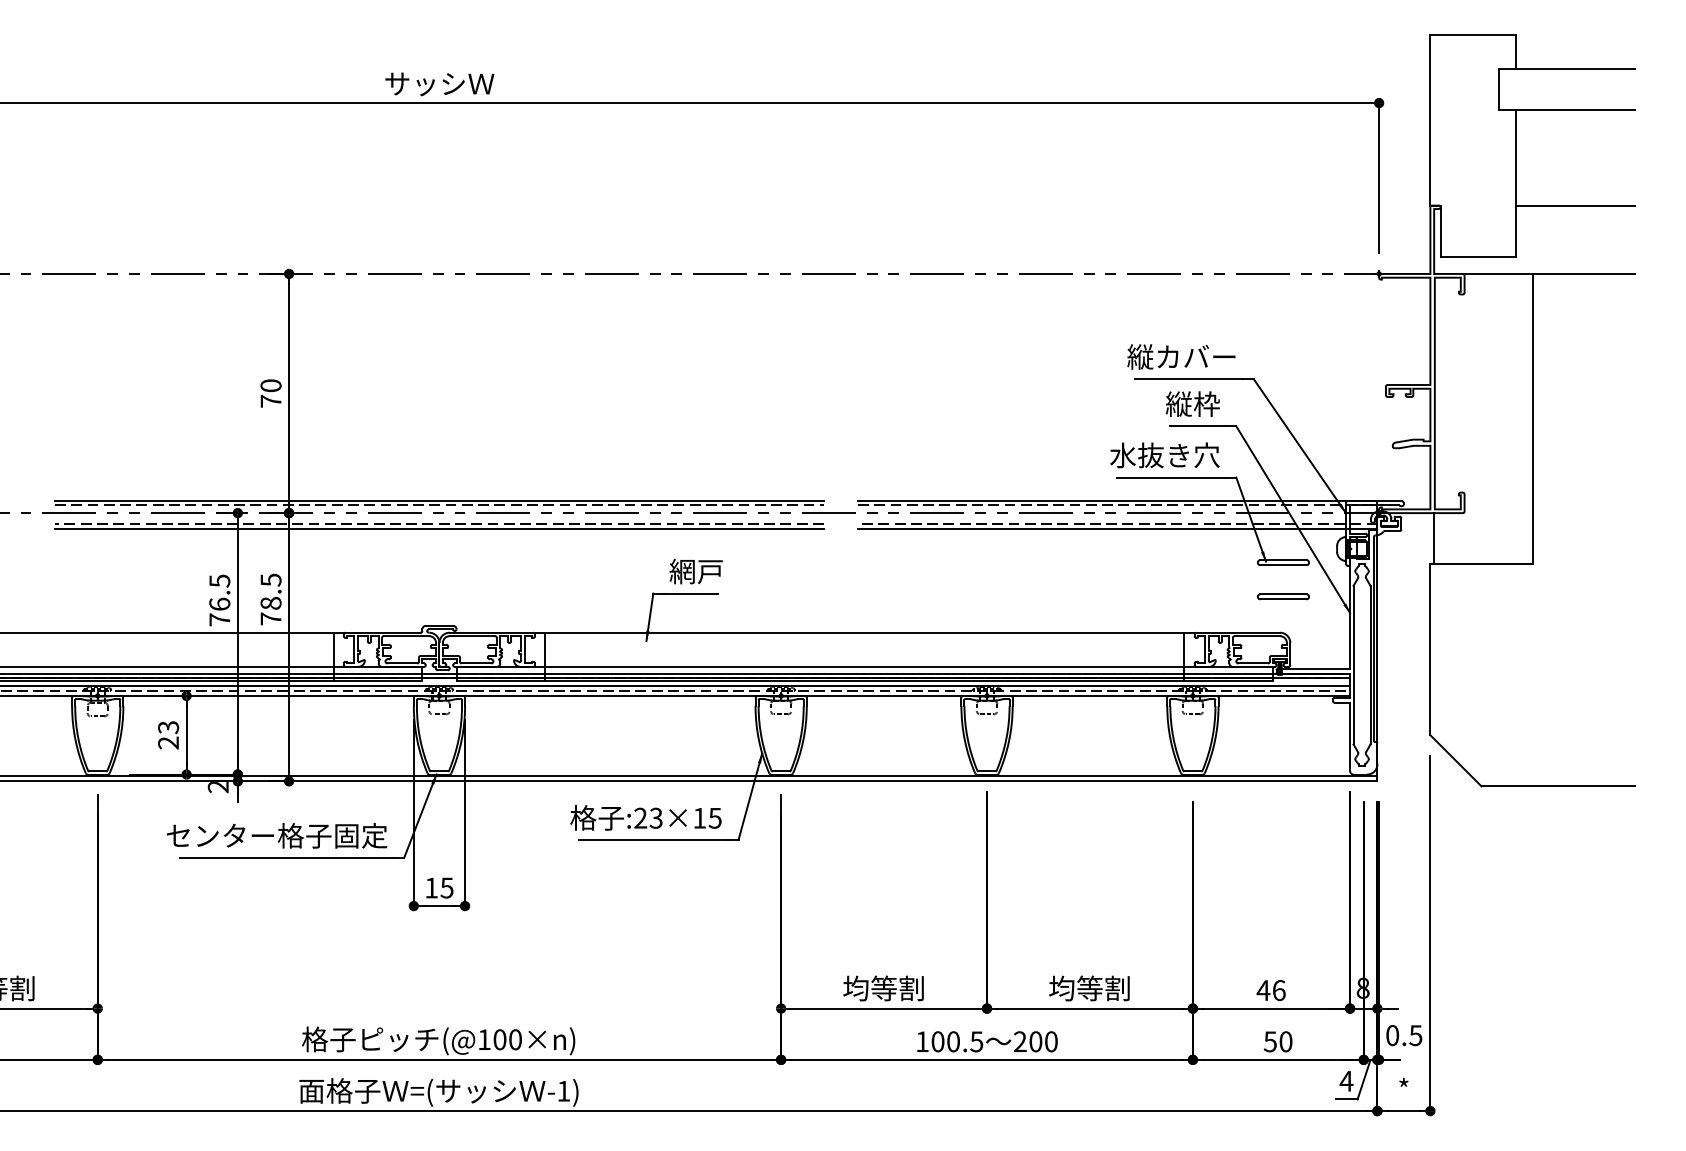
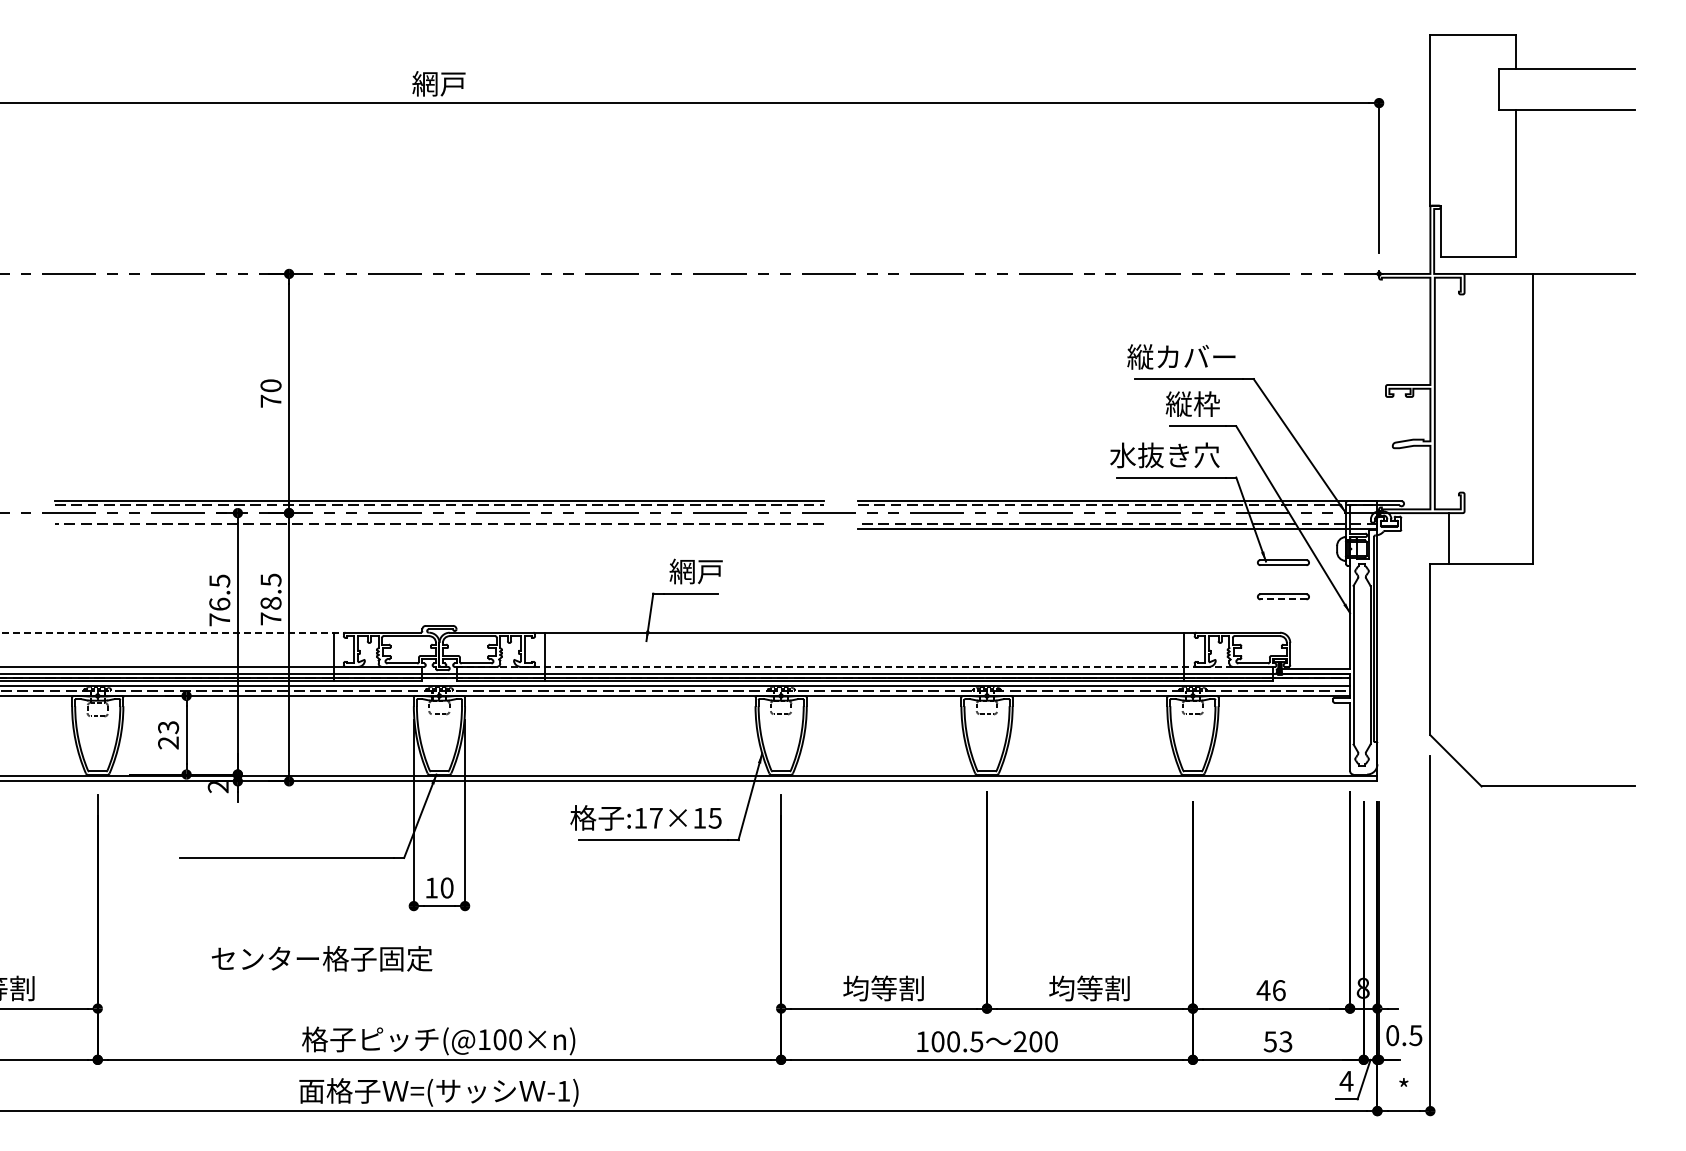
text at (439, 83): サッシＷ -> 網戸
line at (1575, 205): present -> none
line at (439, 528): present -> none
line at (1433, 538) position: (1433, 538) -> (1448, 538)
line at (1282, 599): solid -> dashed
line at (172, 632): solid -> dashed
line at (844, 666): solid -> dashed
text at (648, 817): :23×15 -> :17×15
text at (276, 835) position: (276, 835) -> (321, 958)
text at (446, 887): 15 -> 10
text at (1285, 1041): 50 -> 53
